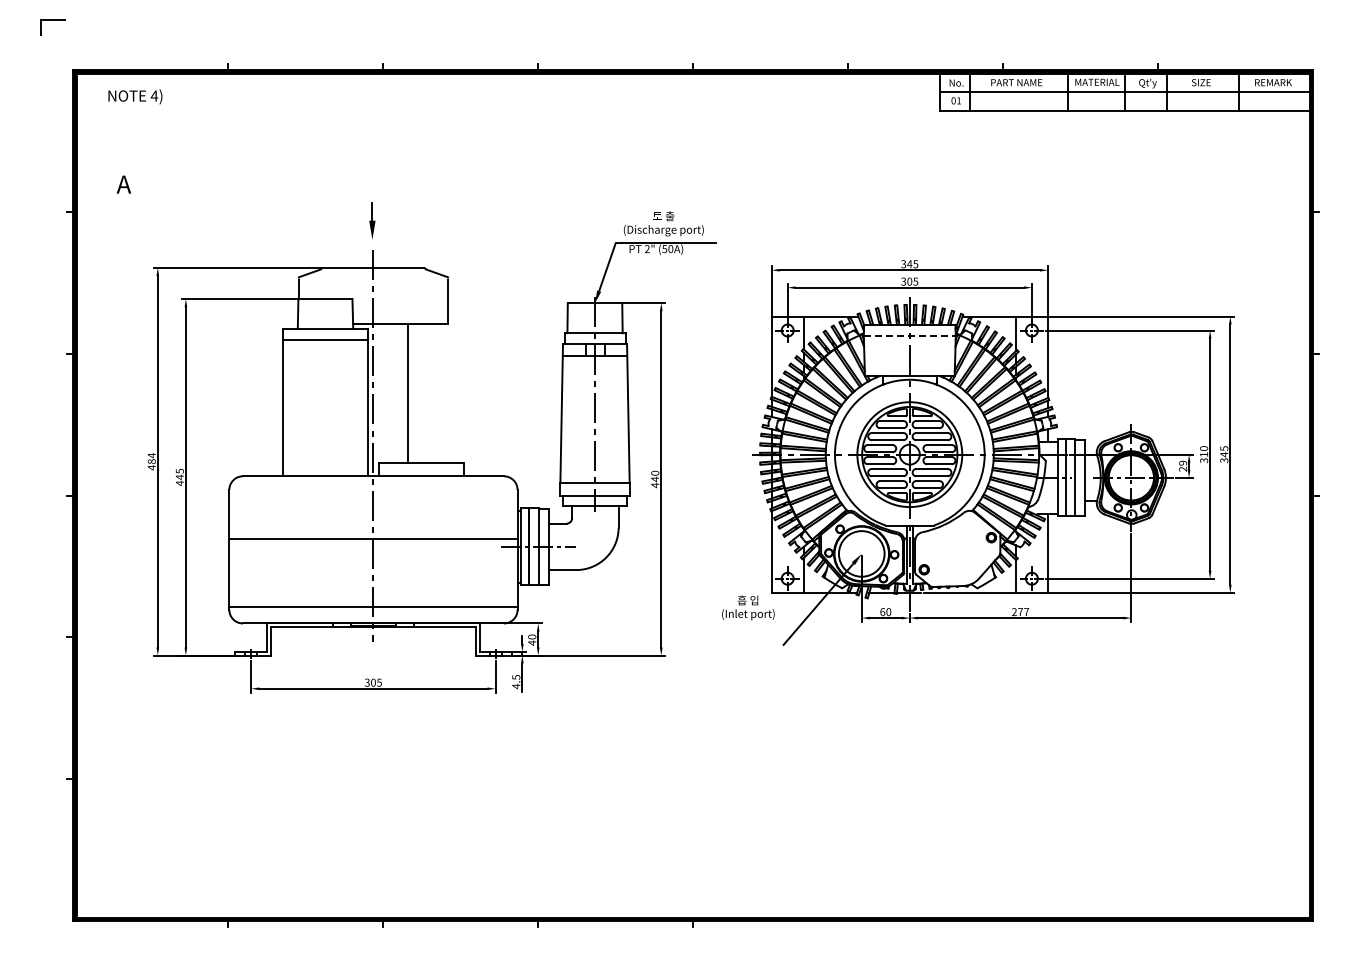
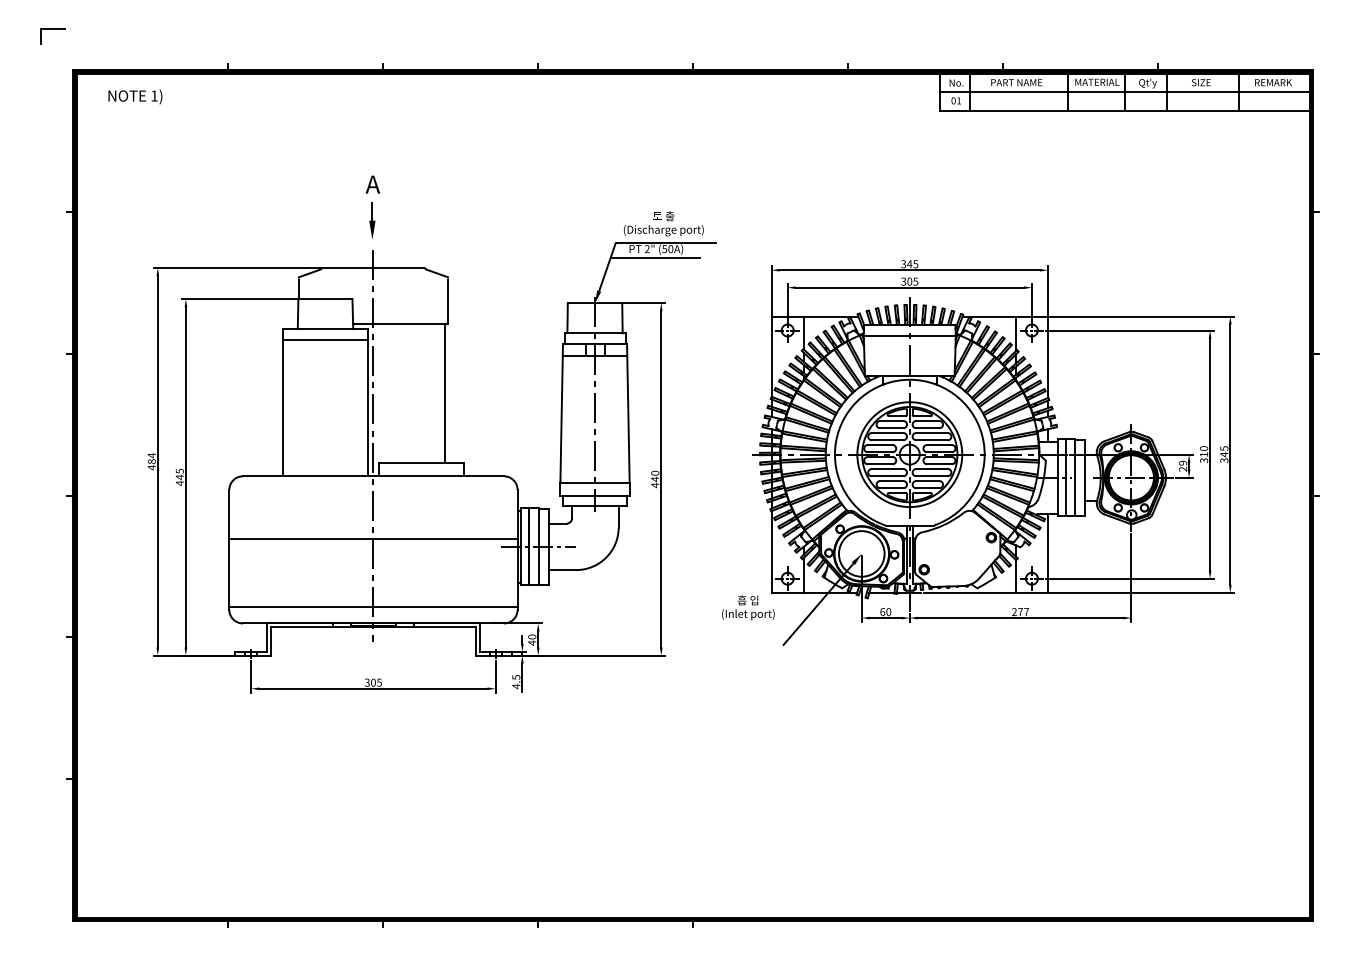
line at (52, 20) position: (52, 20) -> (52, 29)
text at (154, 95): 4) -> 1)
text at (123, 184) position: (123, 184) -> (372, 184)
line at (654, 258): none -> present
line at (910, 336): dashed -> solid
line at (407, 393) position: (407, 393) -> (444, 393)
